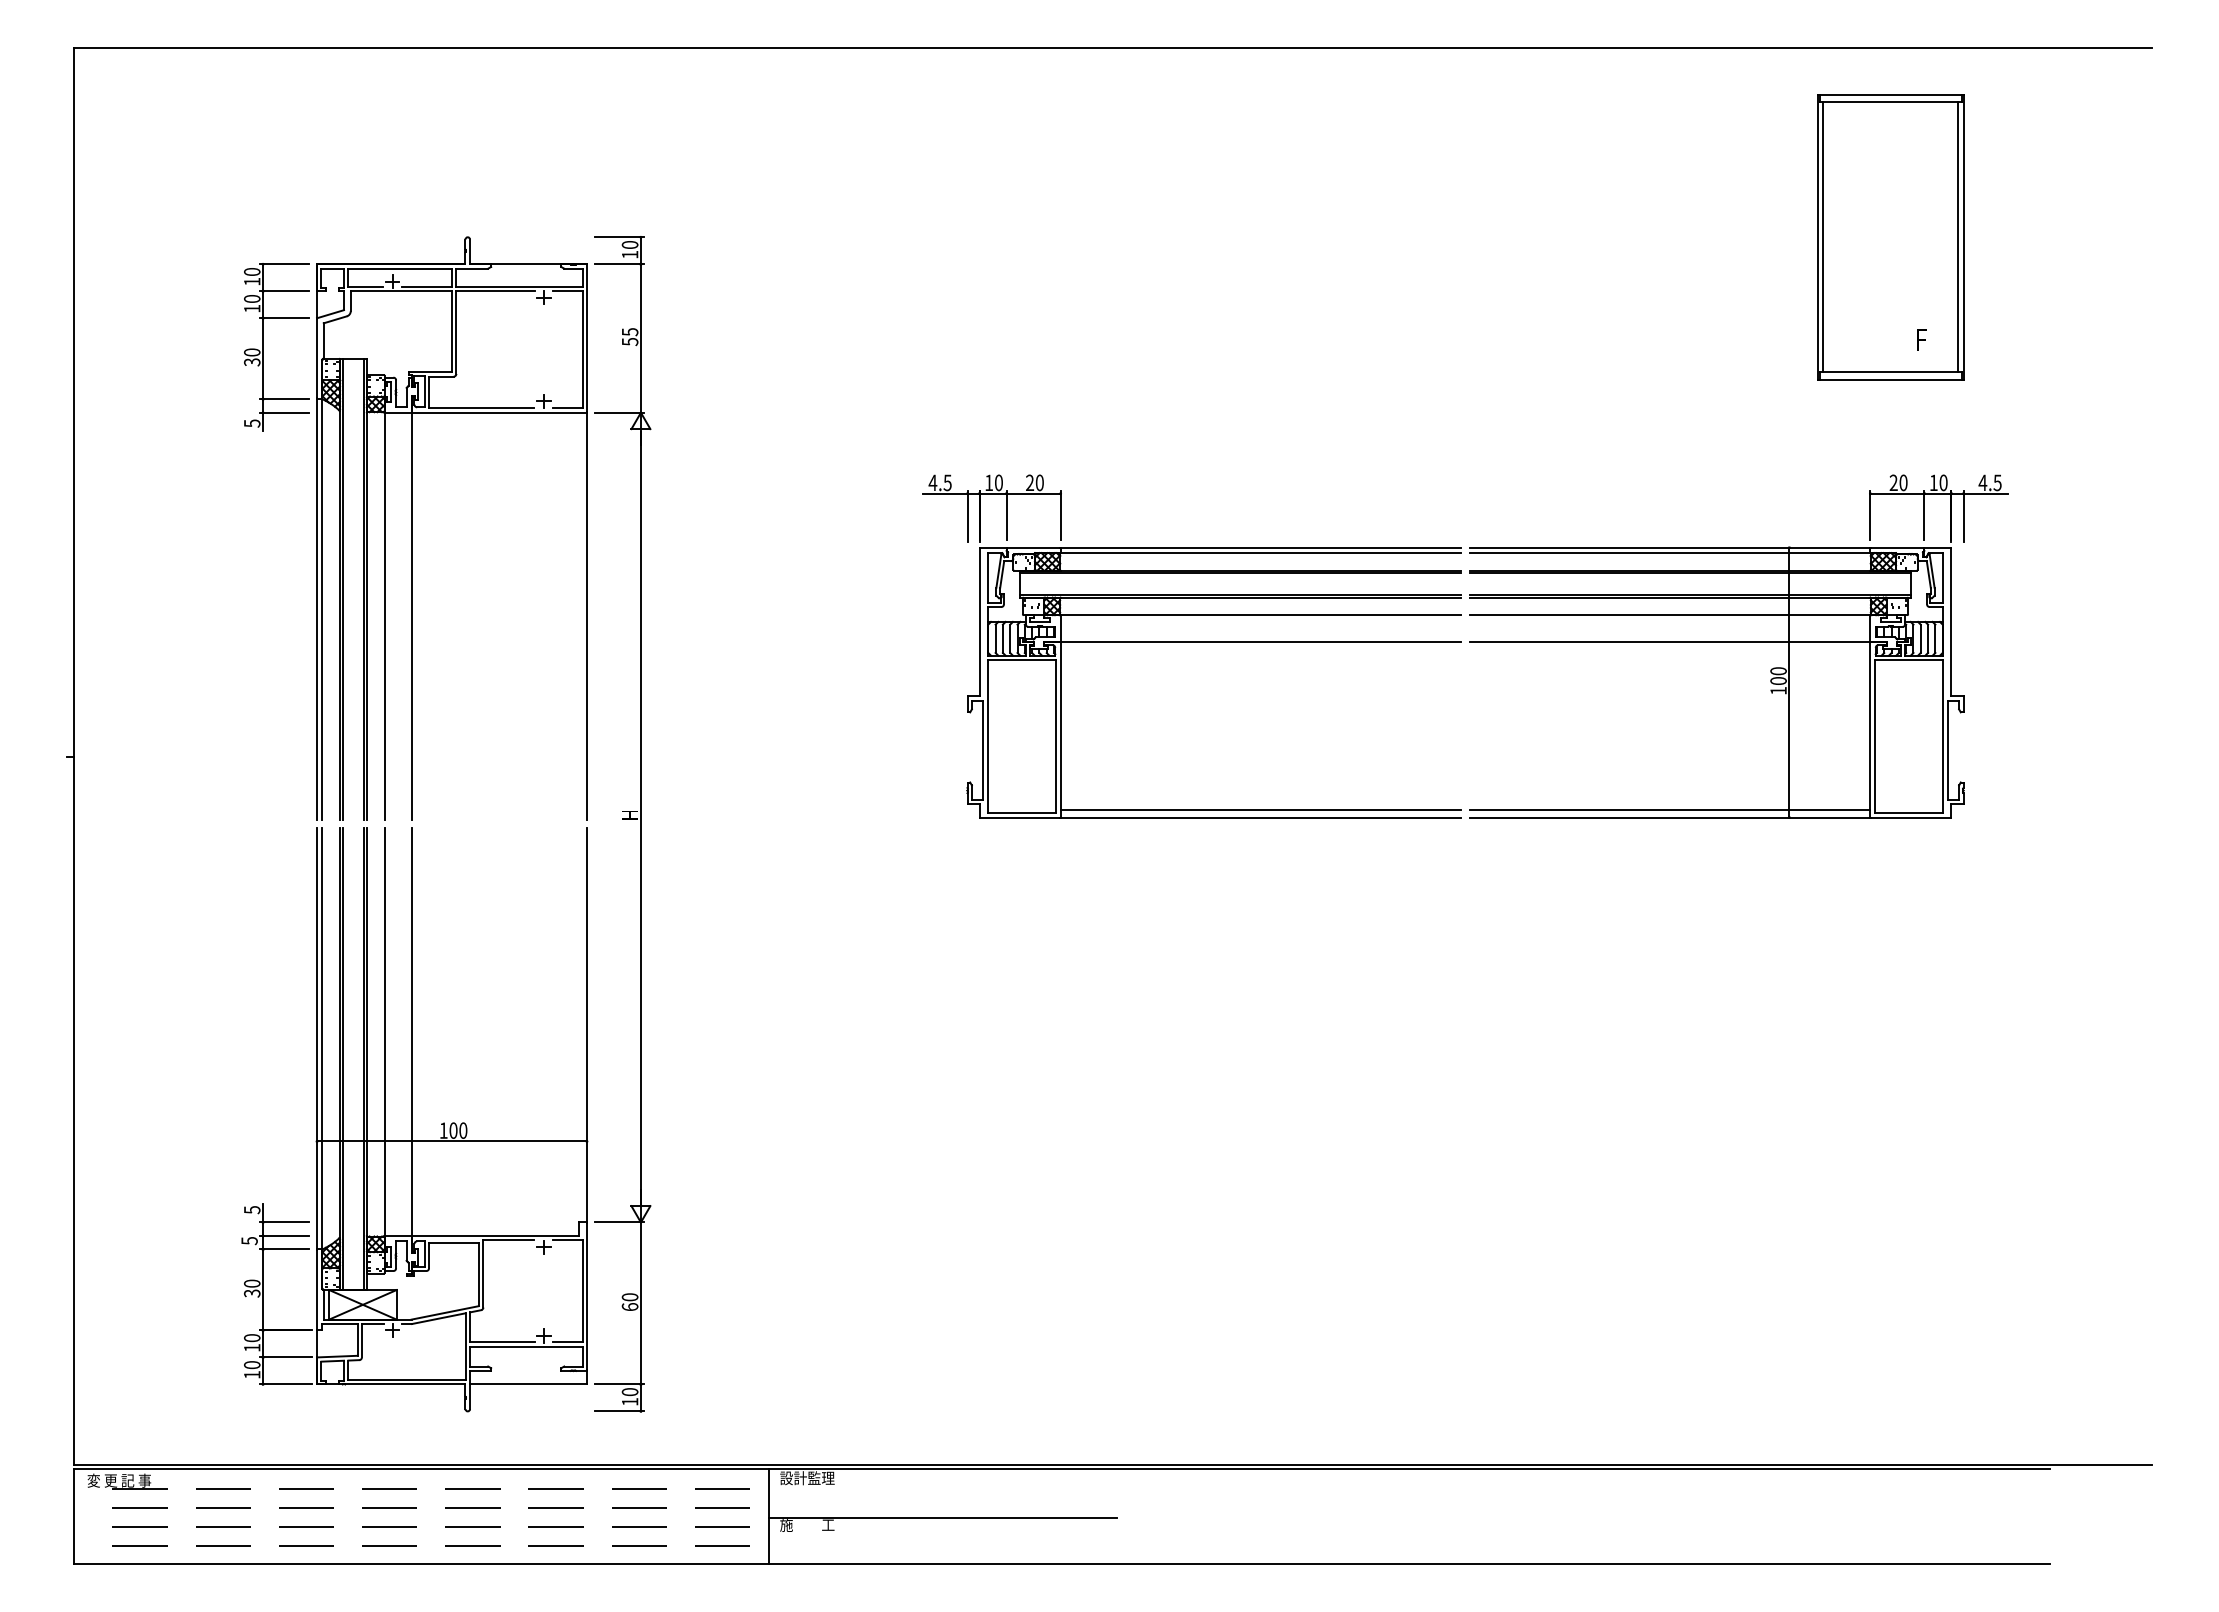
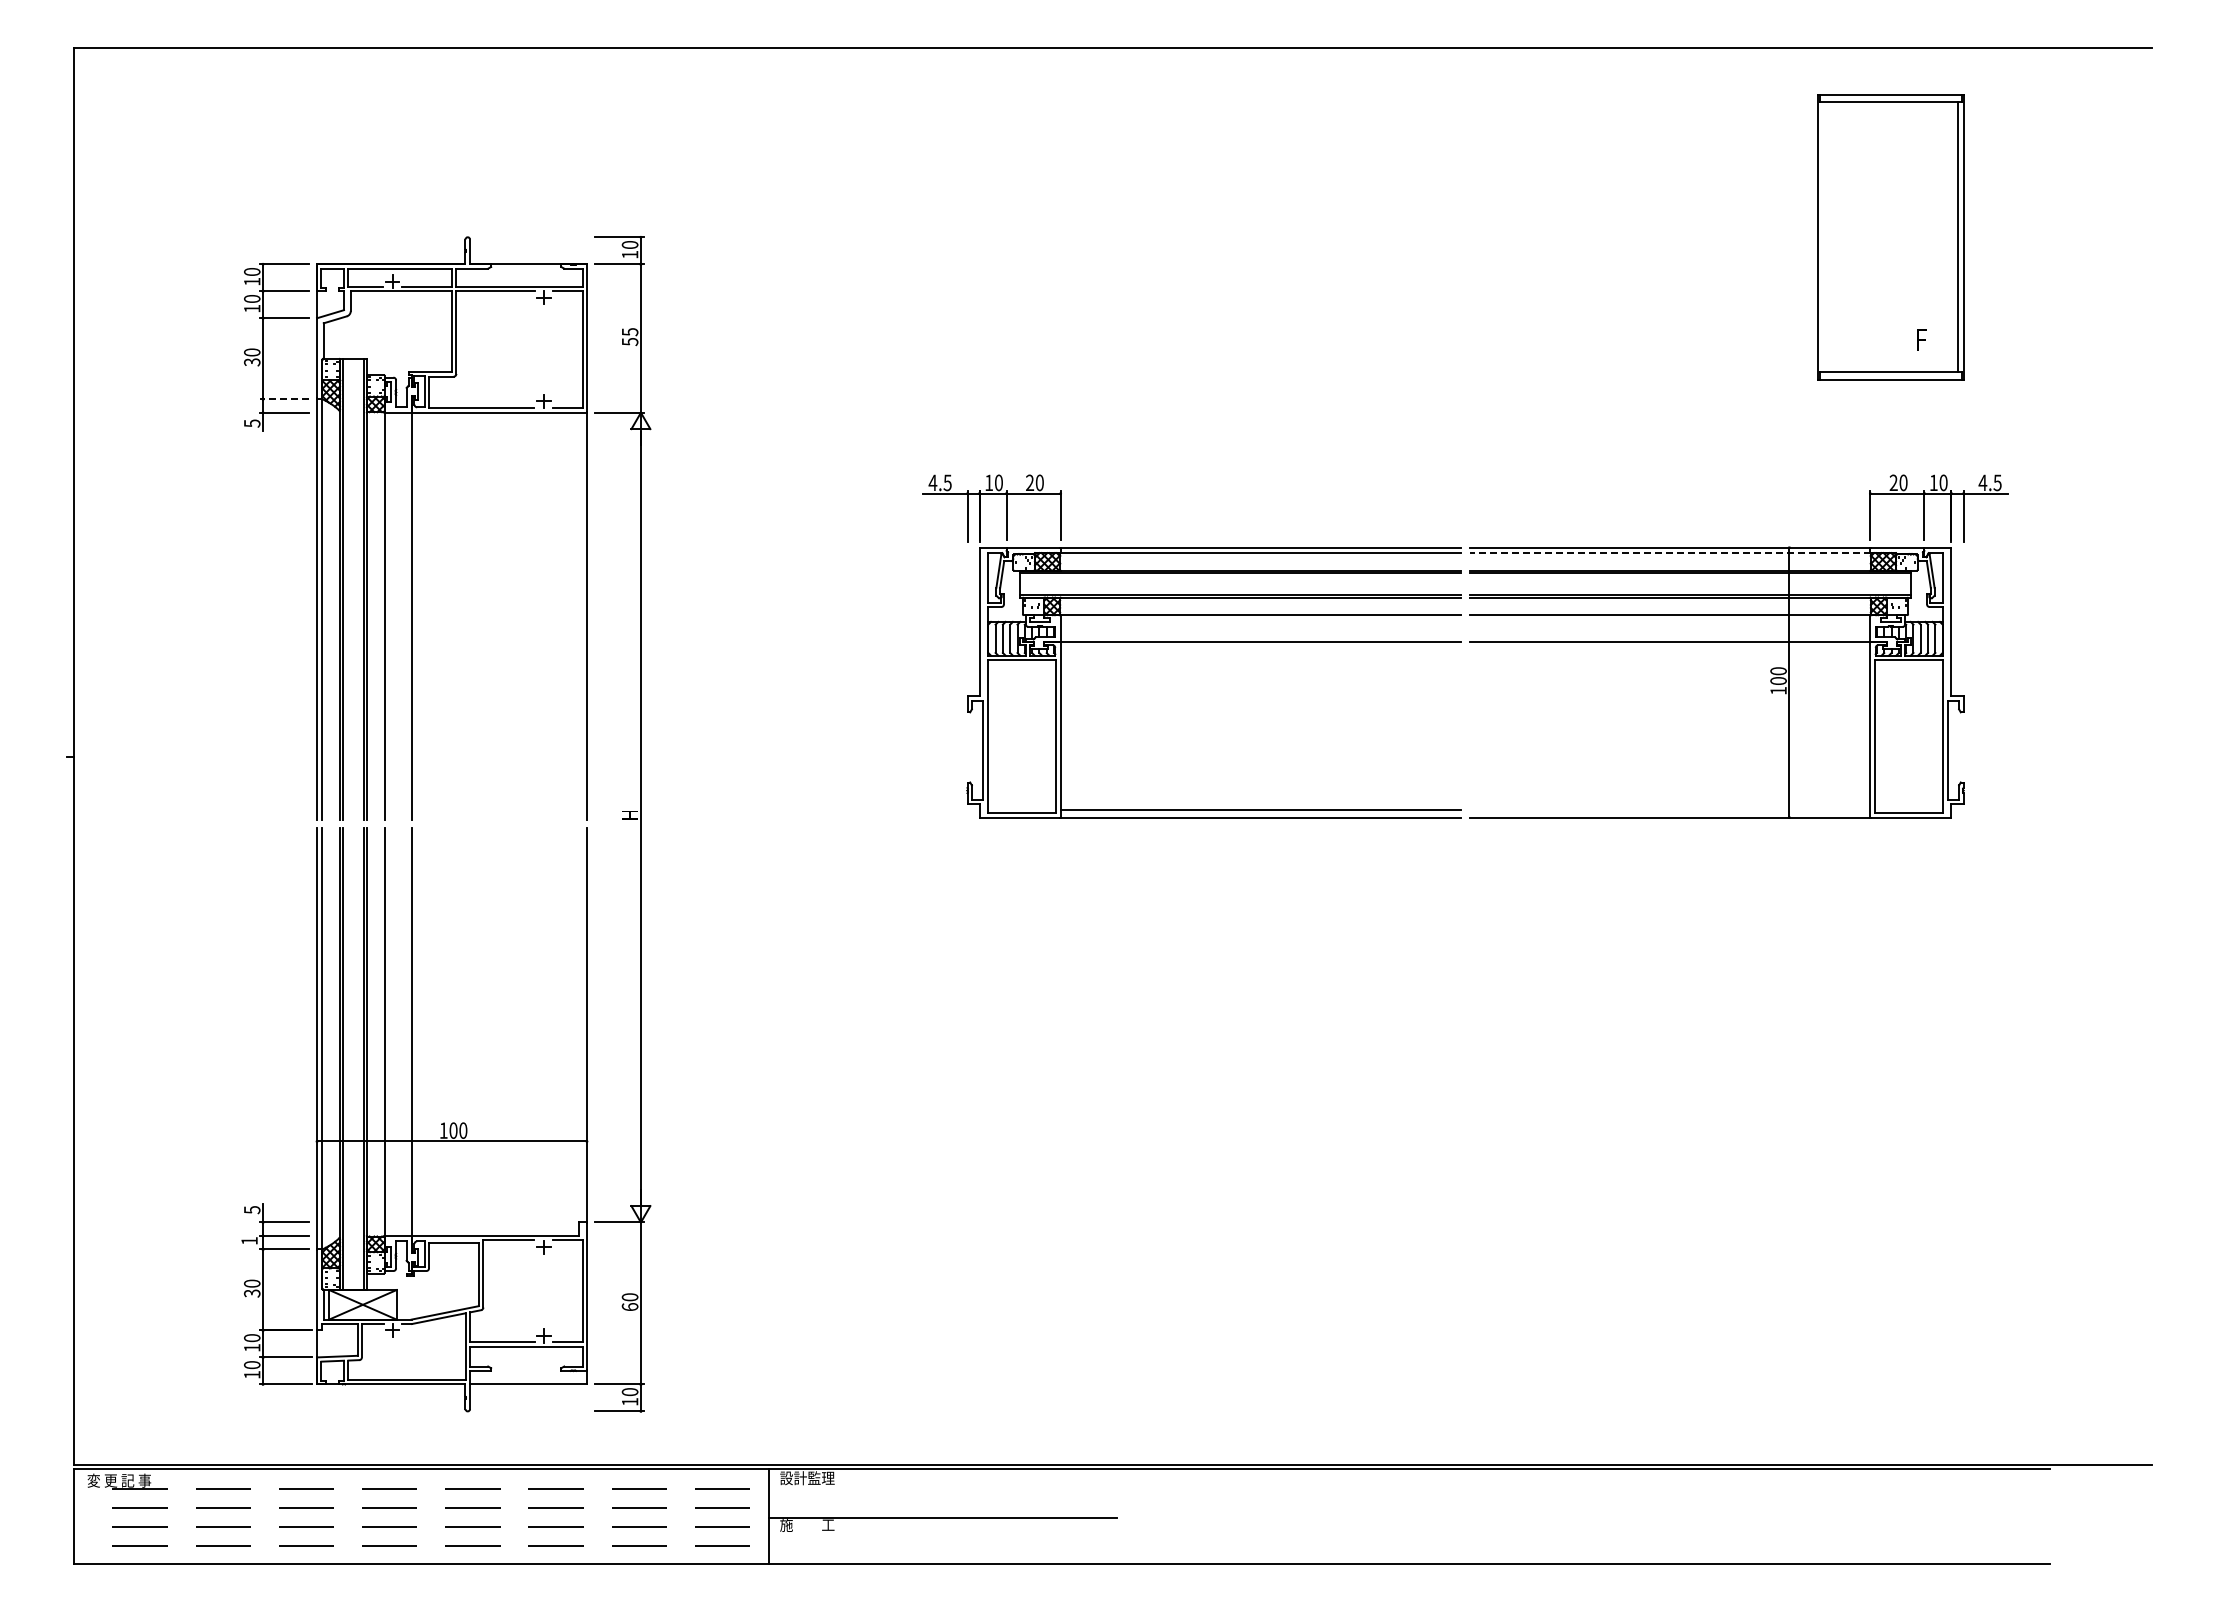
line at (1823, 237): present -> none
line at (284, 399): solid -> dashed
line at (1670, 553): solid -> dashed
line at (1669, 809): present -> none
text at (249, 1241): 5 -> 1
